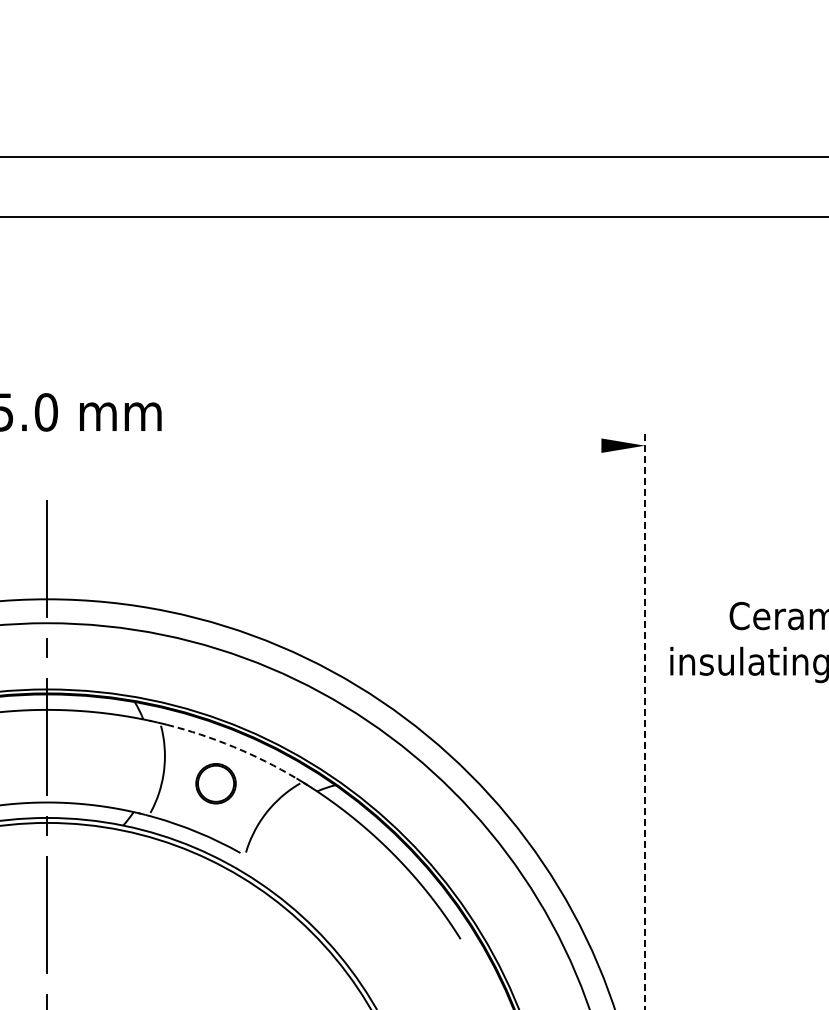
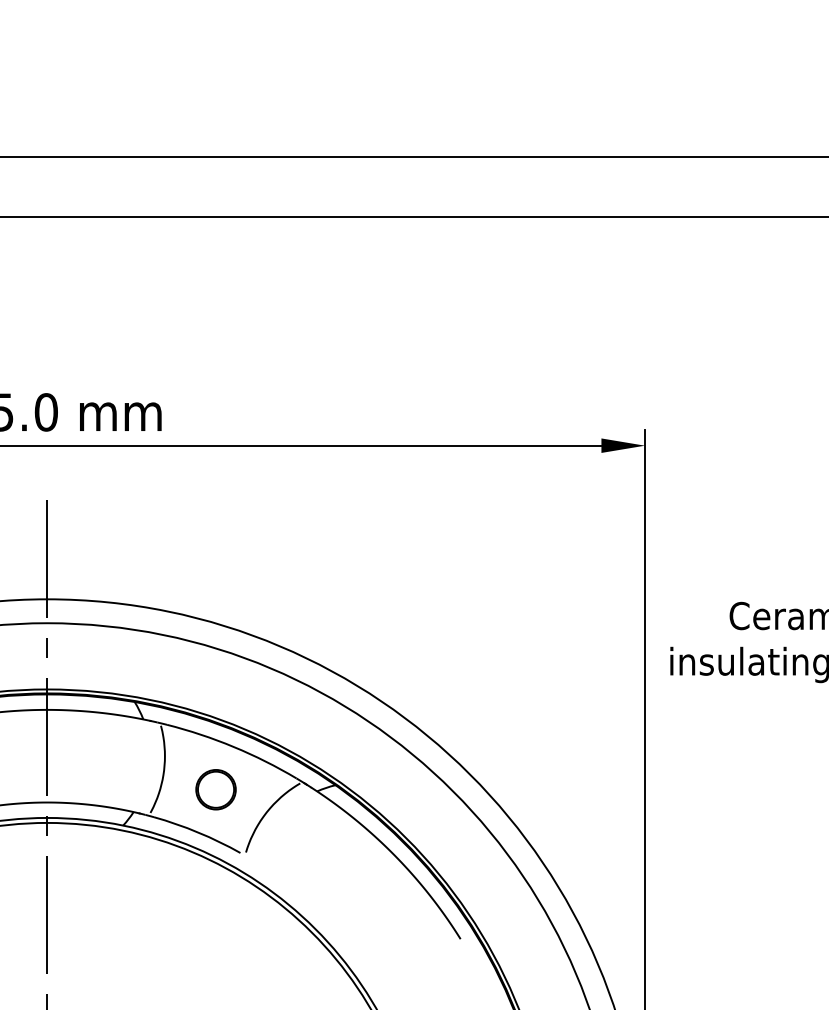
line at (301, 445): none -> present
line at (645, 719): dashed -> solid
arc at (233, 746): dashed -> solid
part at (215, 783) position: (215, 783) -> (215, 789)
